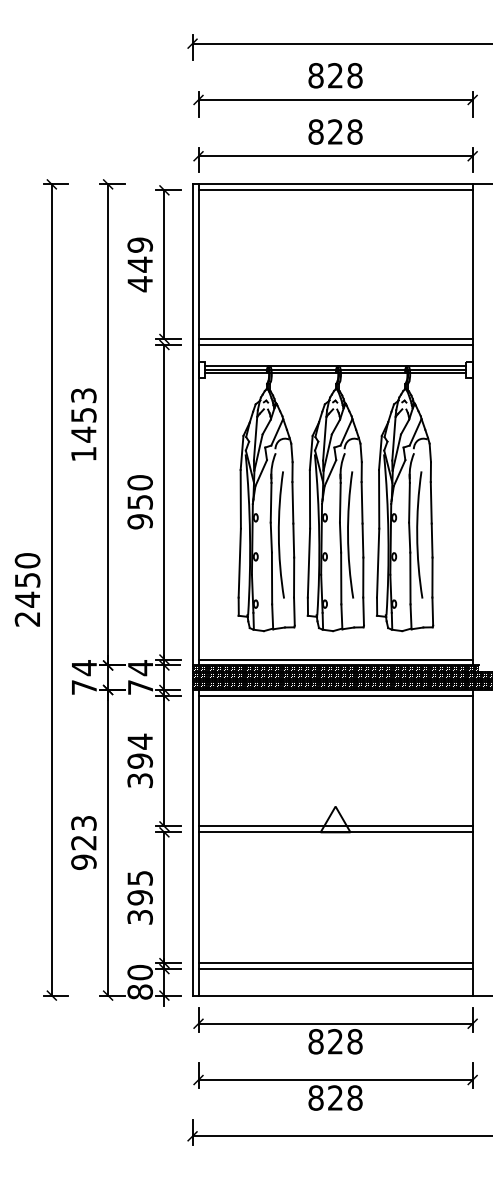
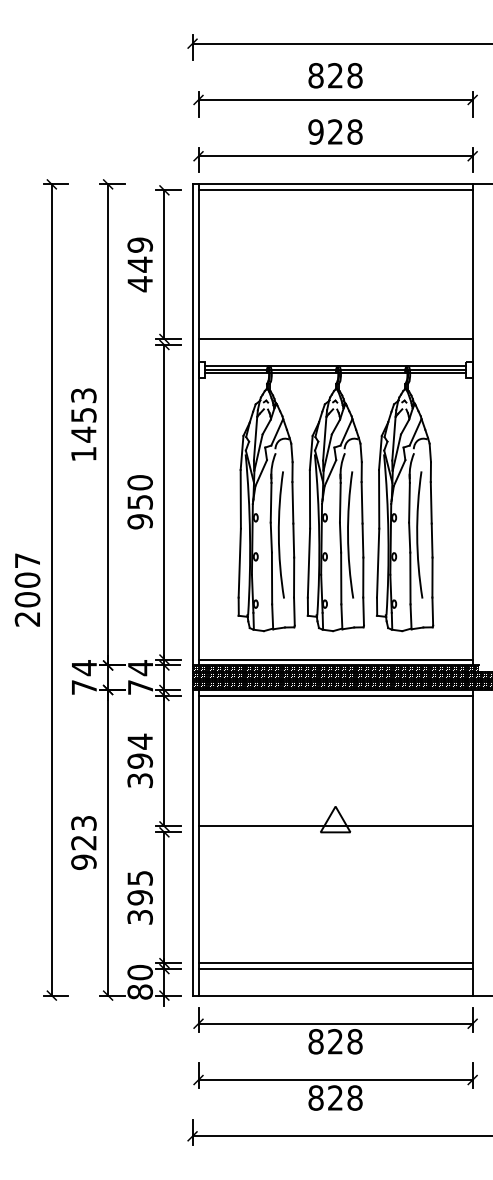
text at (315, 131): 828 -> 928
line at (335, 344): present -> none
text at (27, 580): 2450 -> 2007
line at (335, 832): present -> none
